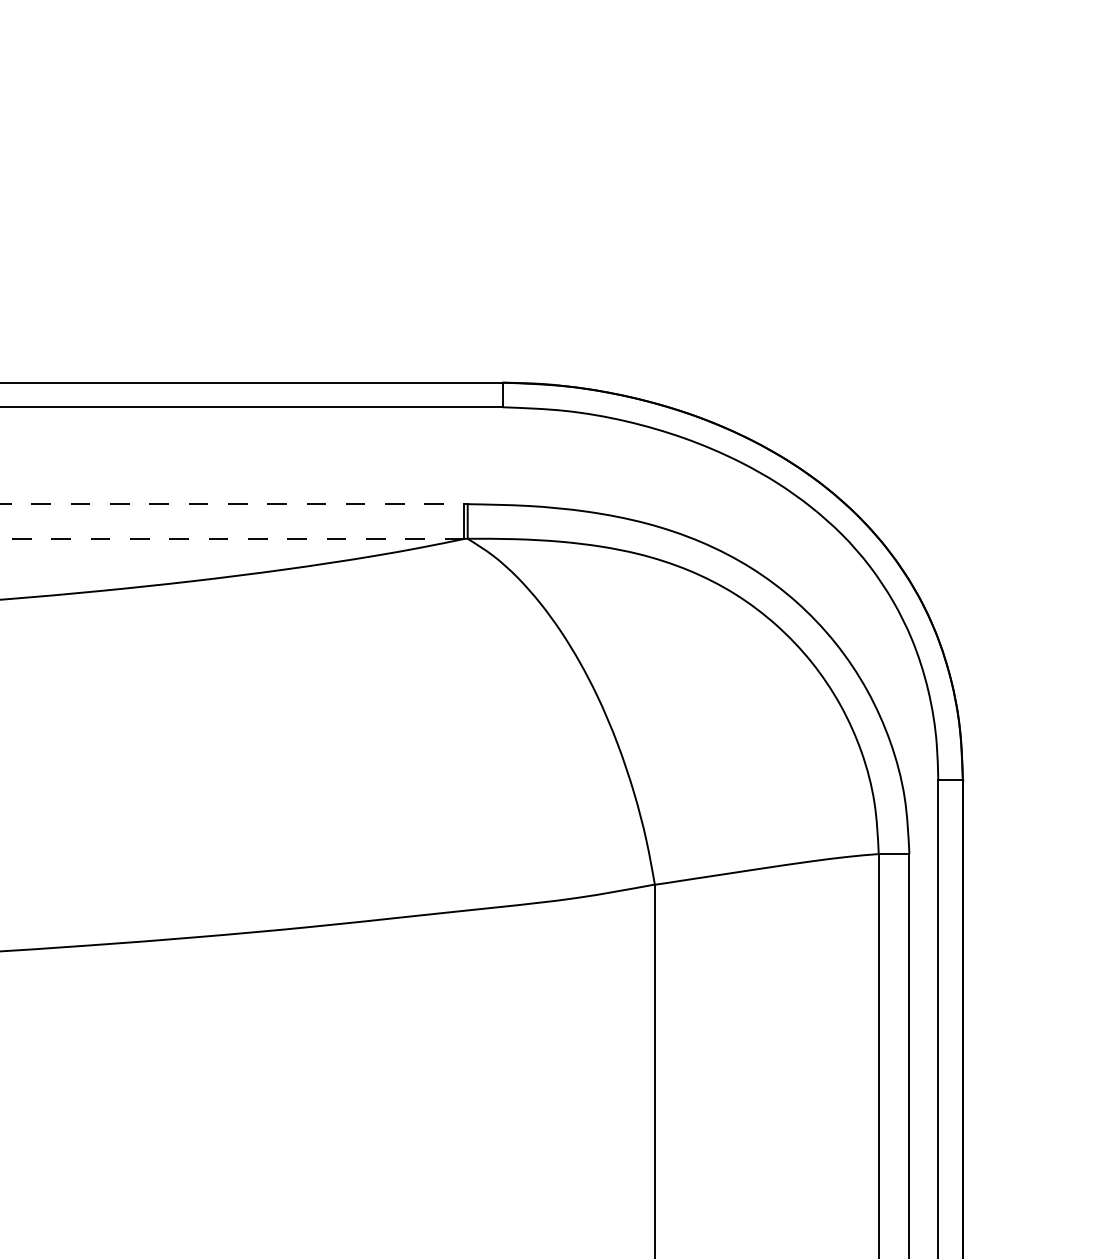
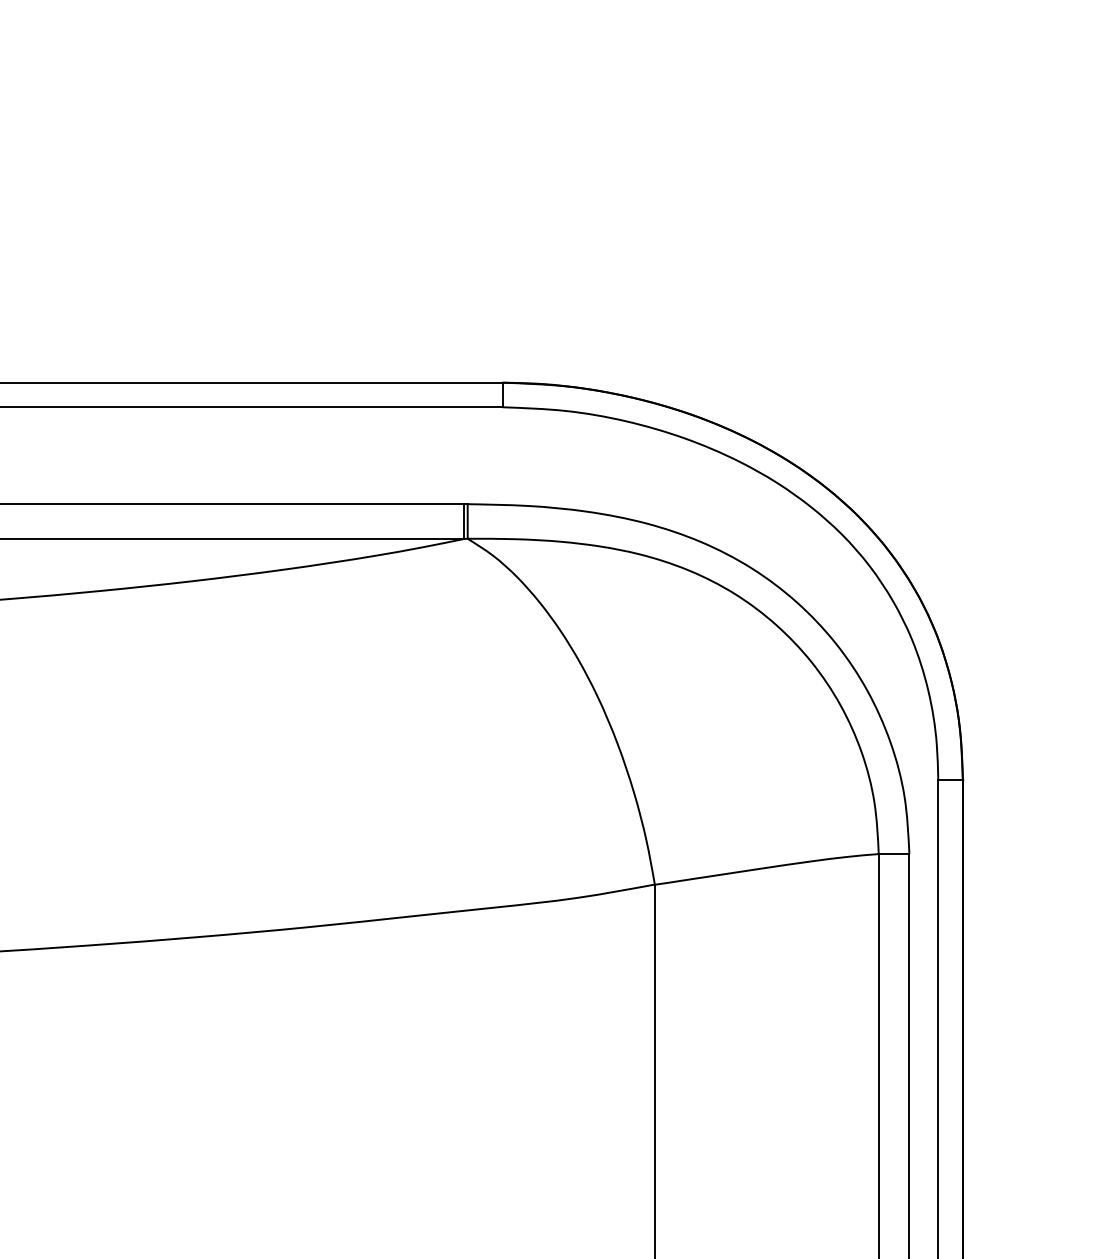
line at (232, 504): dashed -> solid
line at (232, 538): dashed -> solid
